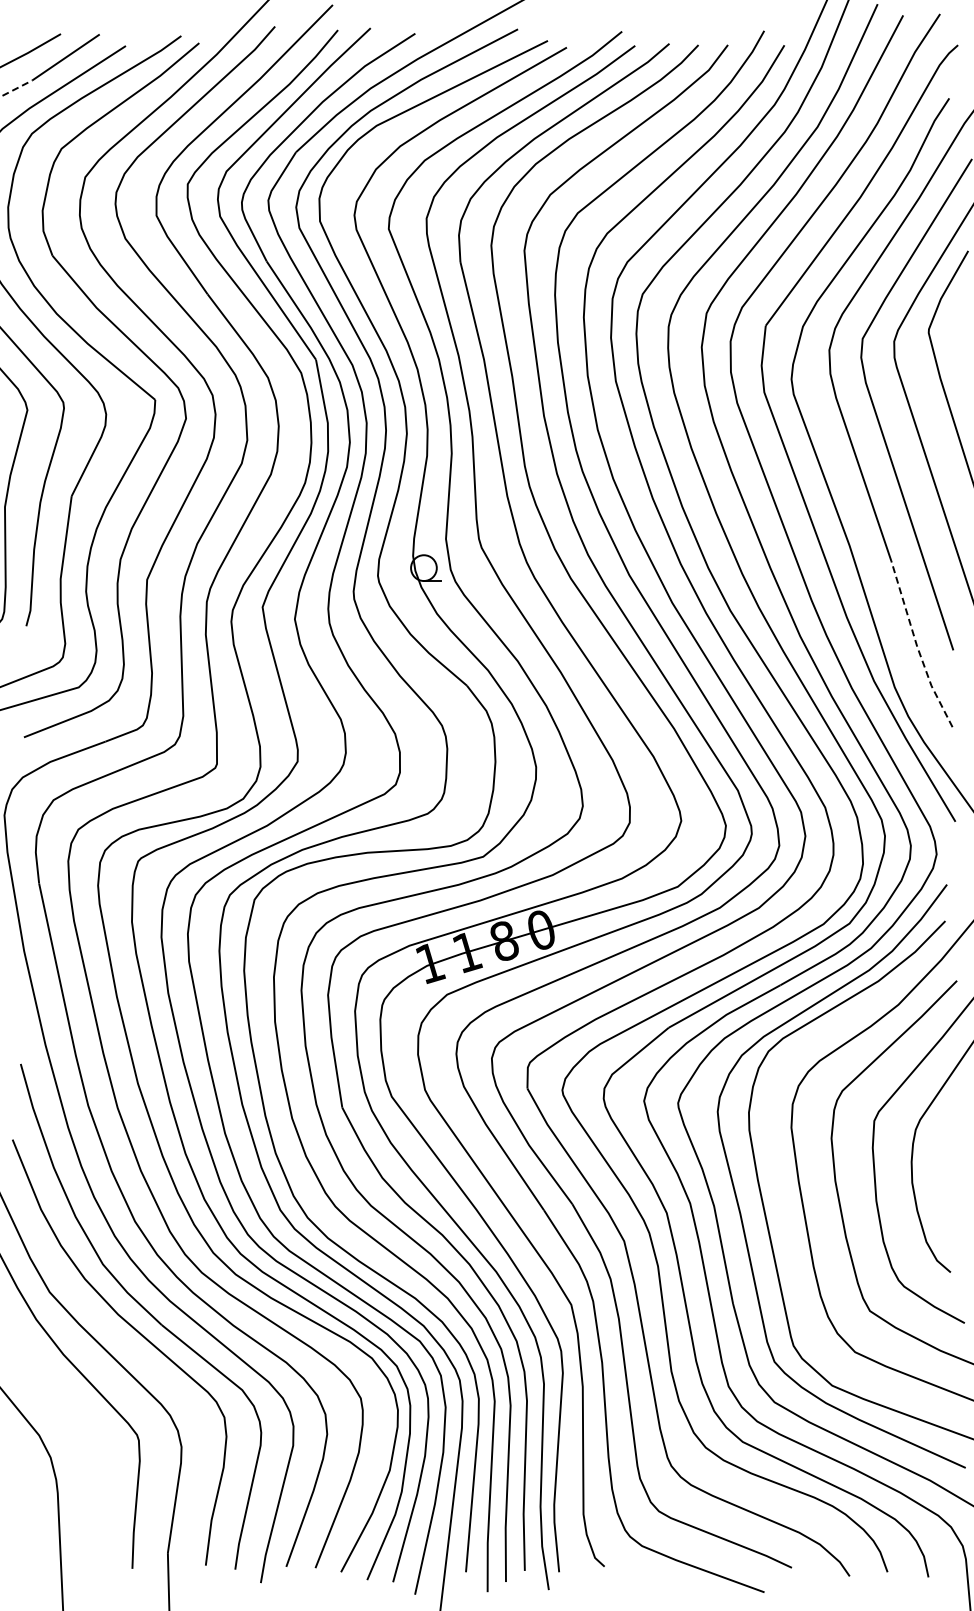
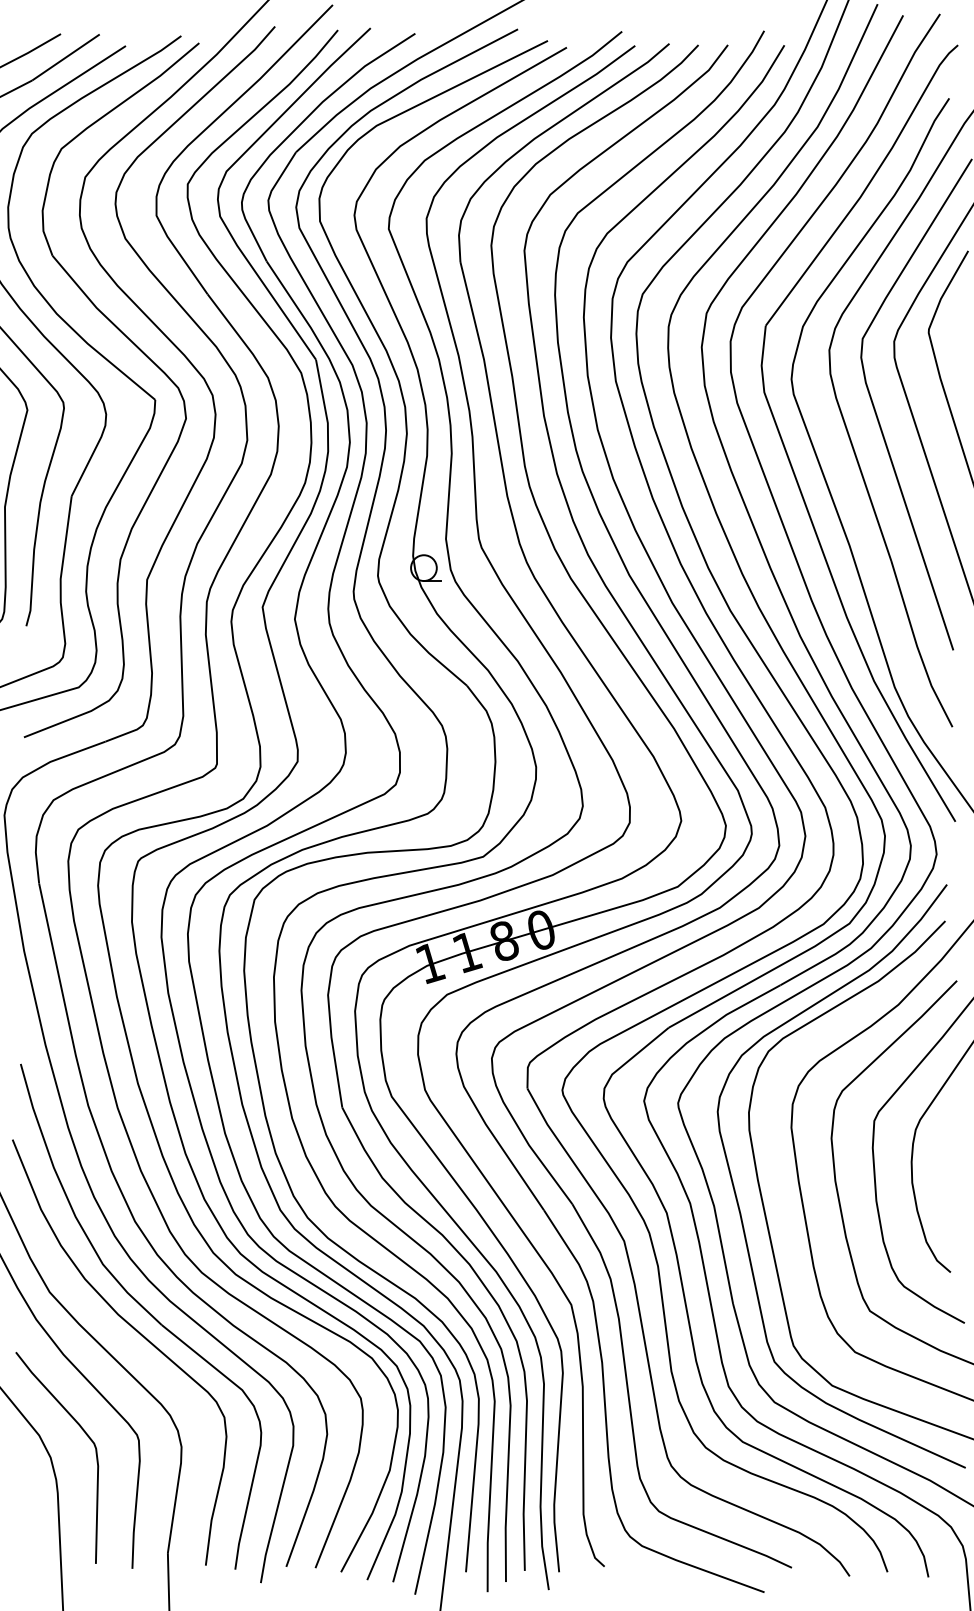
line at (16, 88): dashed -> solid
line at (917, 646): dashed -> solid
curve at (85, 1434): none -> present
